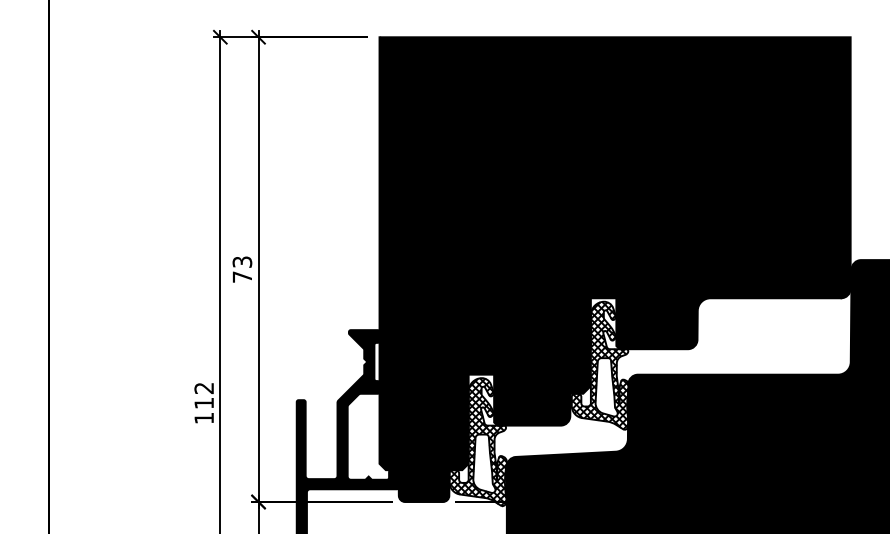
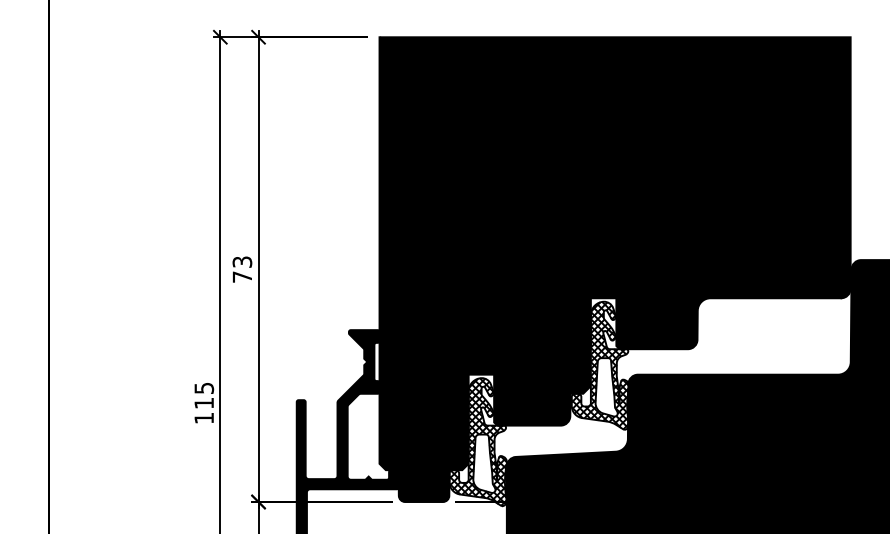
text at (204, 388): 112 -> 115
